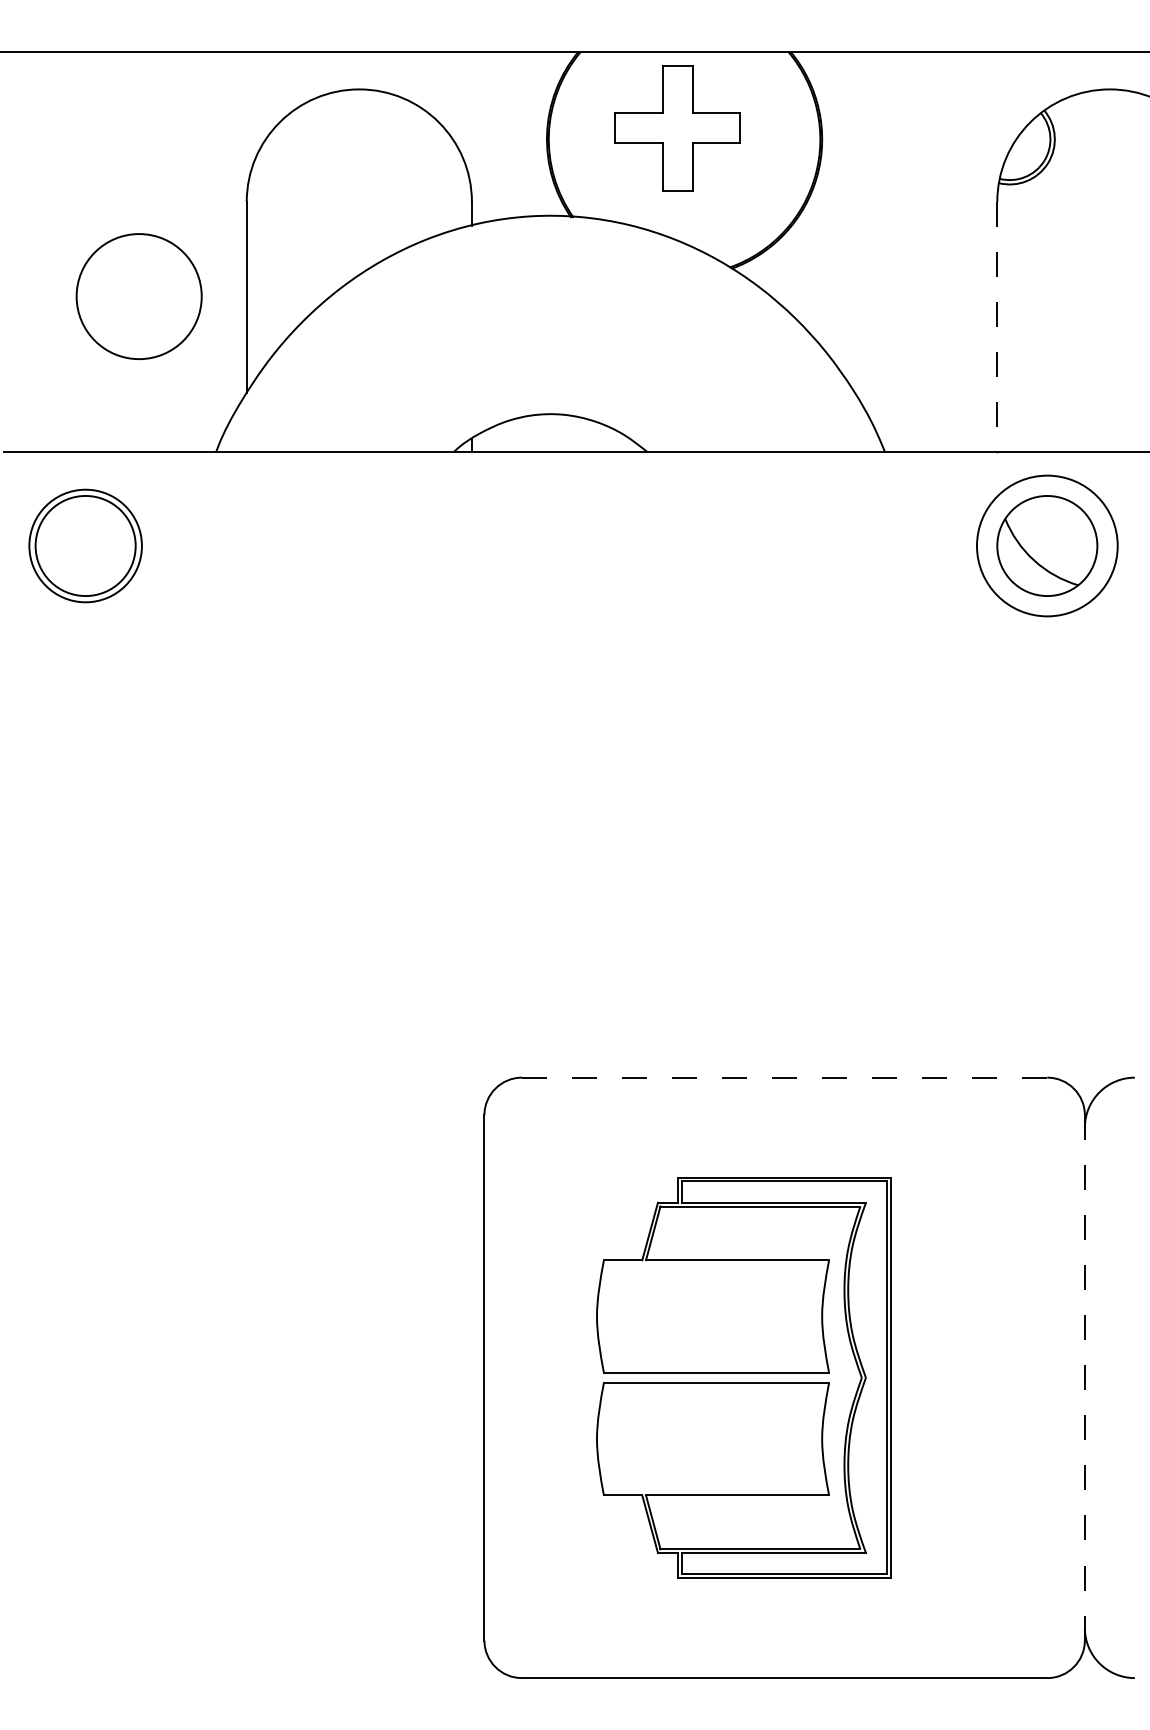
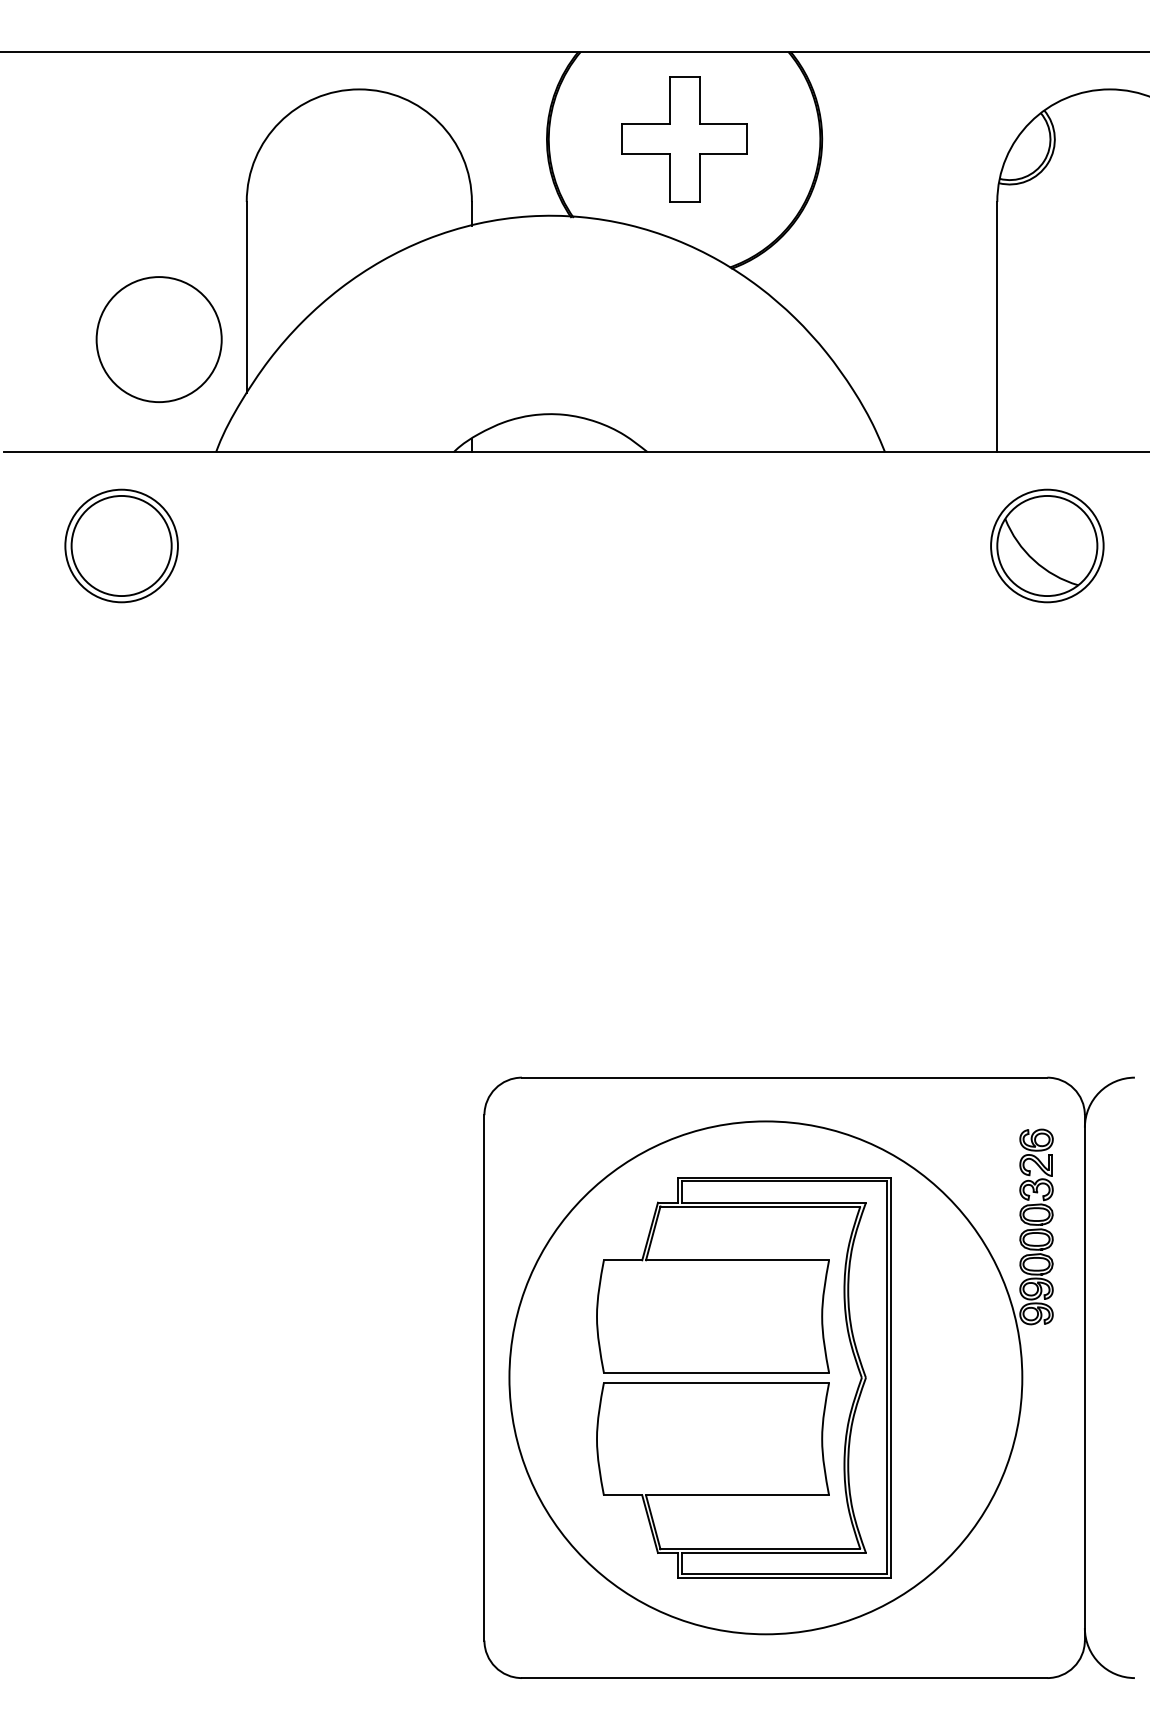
part at (677, 128) position: (677, 128) -> (684, 139)
circle at (138, 296) position: (138, 296) -> (158, 339)
line at (997, 327): dashed -> solid
part at (85, 545) position: (85, 545) -> (121, 545)
circle at (1046, 545) diameter: 141 px -> 113 px
line at (784, 1077): dashed -> solid
part at (780, 1377): none -> present
line at (1084, 1377): dashed -> solid
